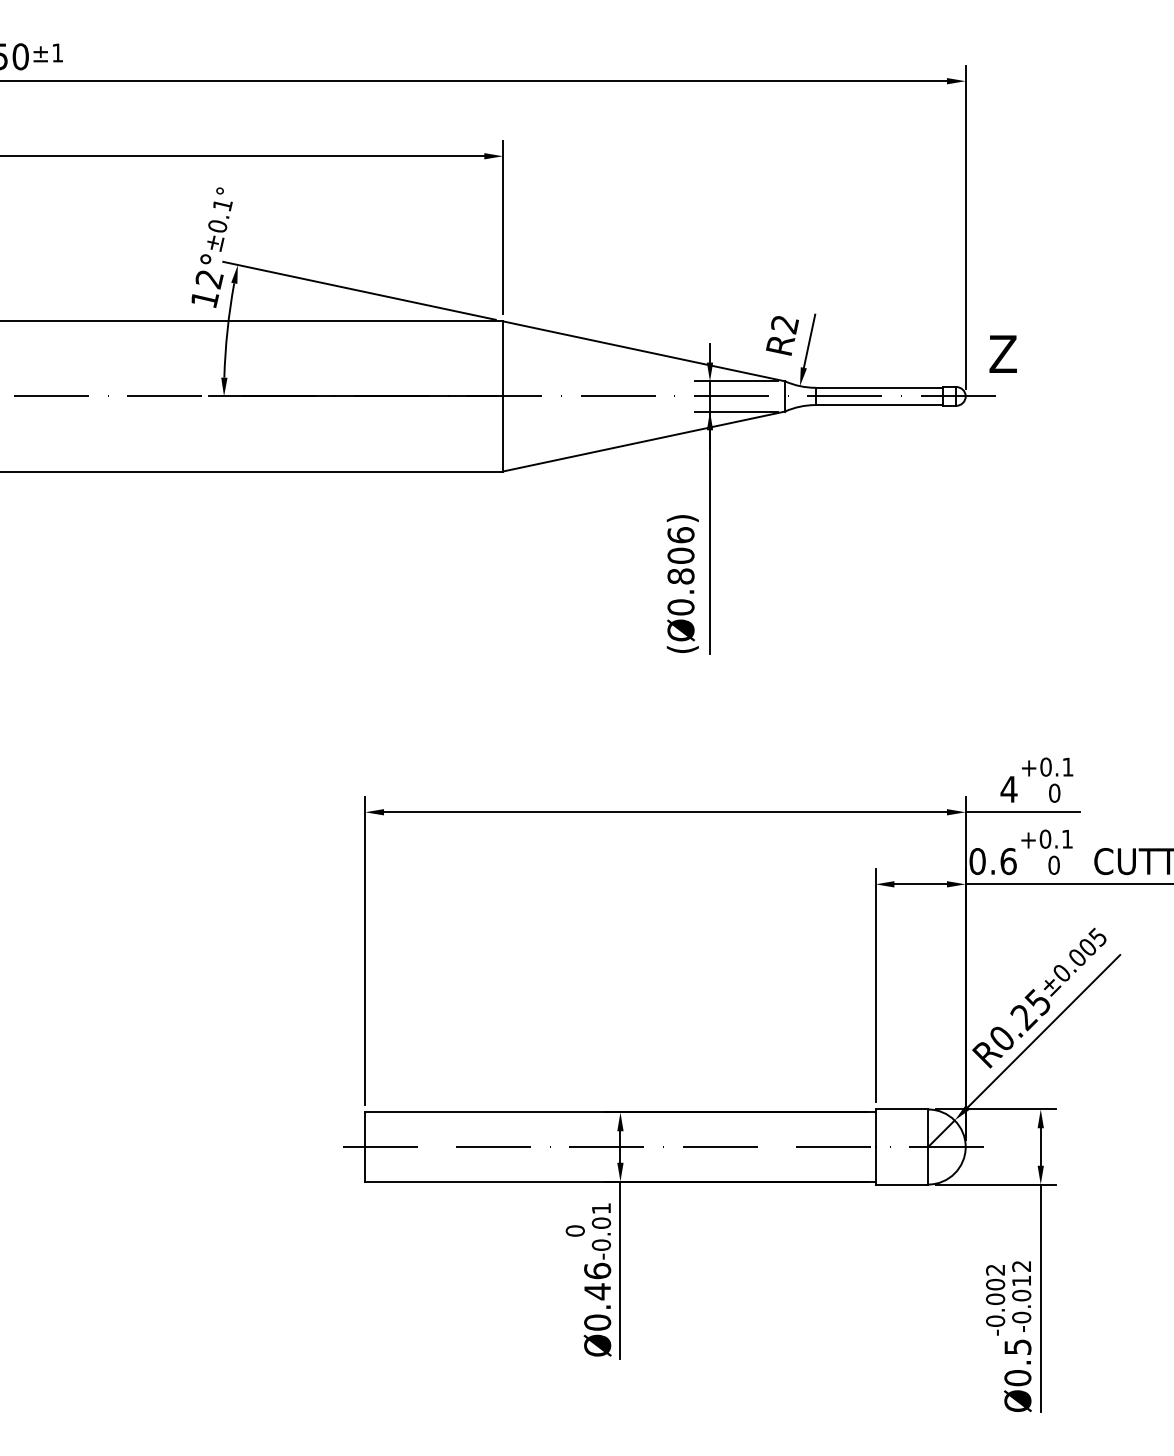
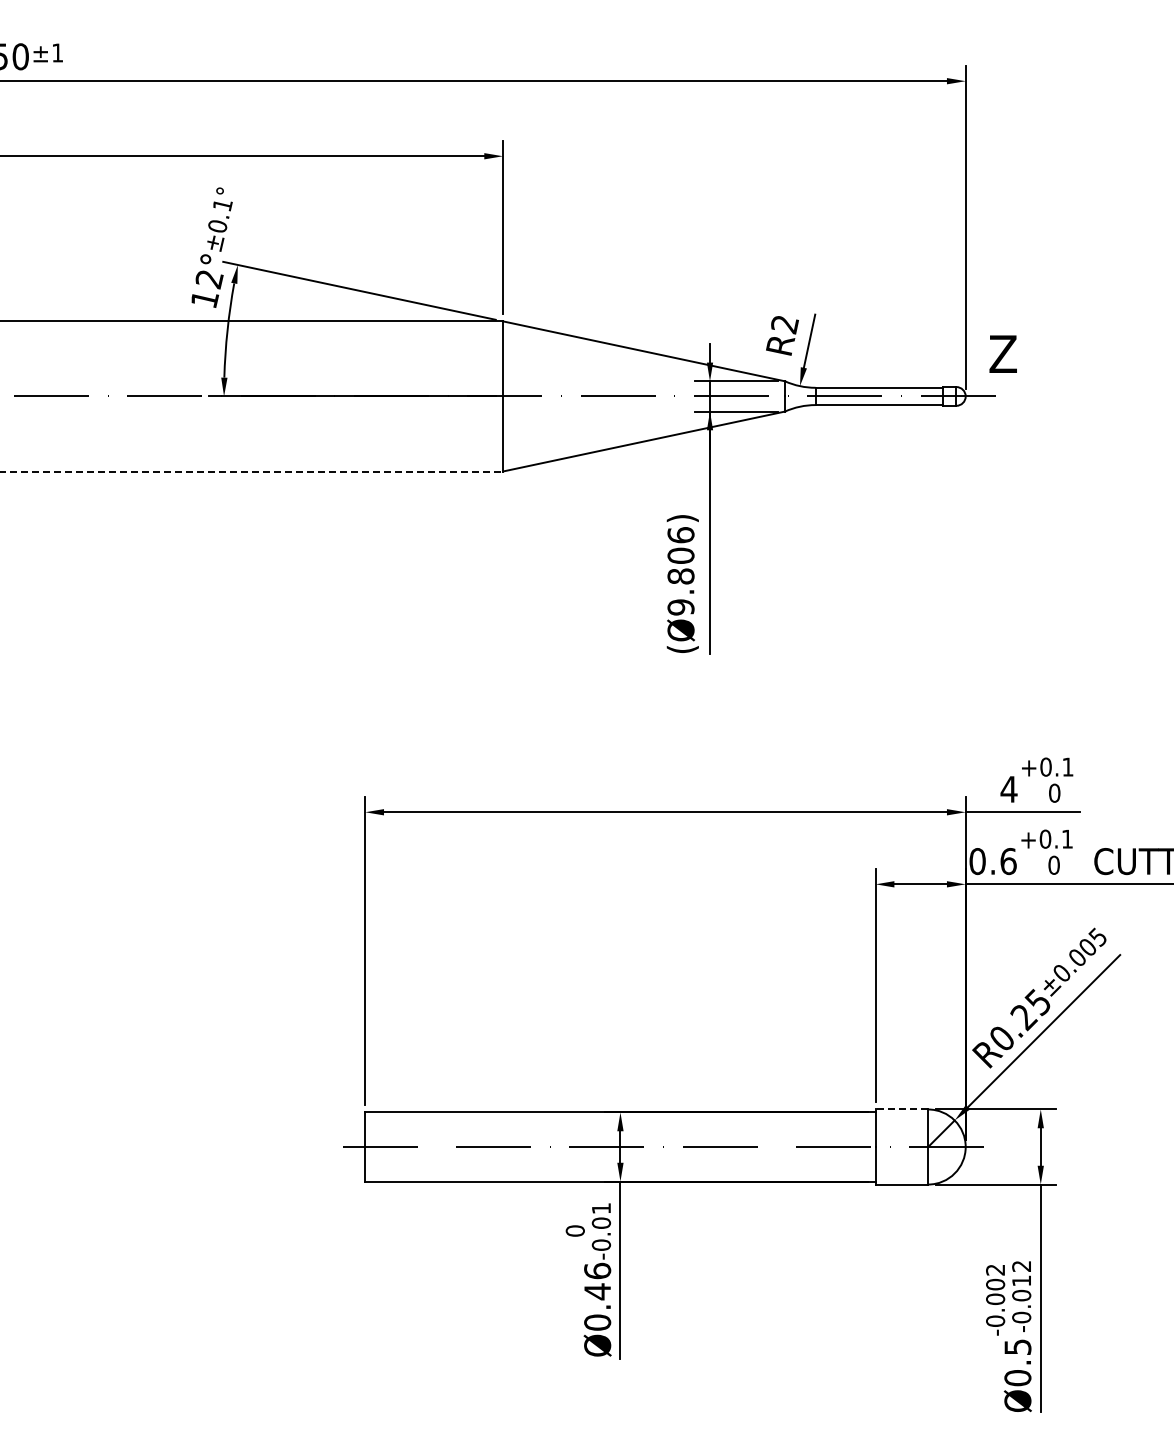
line at (252, 471): solid -> dashed
text at (680, 607): (Ø0.806) -> (Ø9.806)
line at (901, 1109): solid -> dashed
